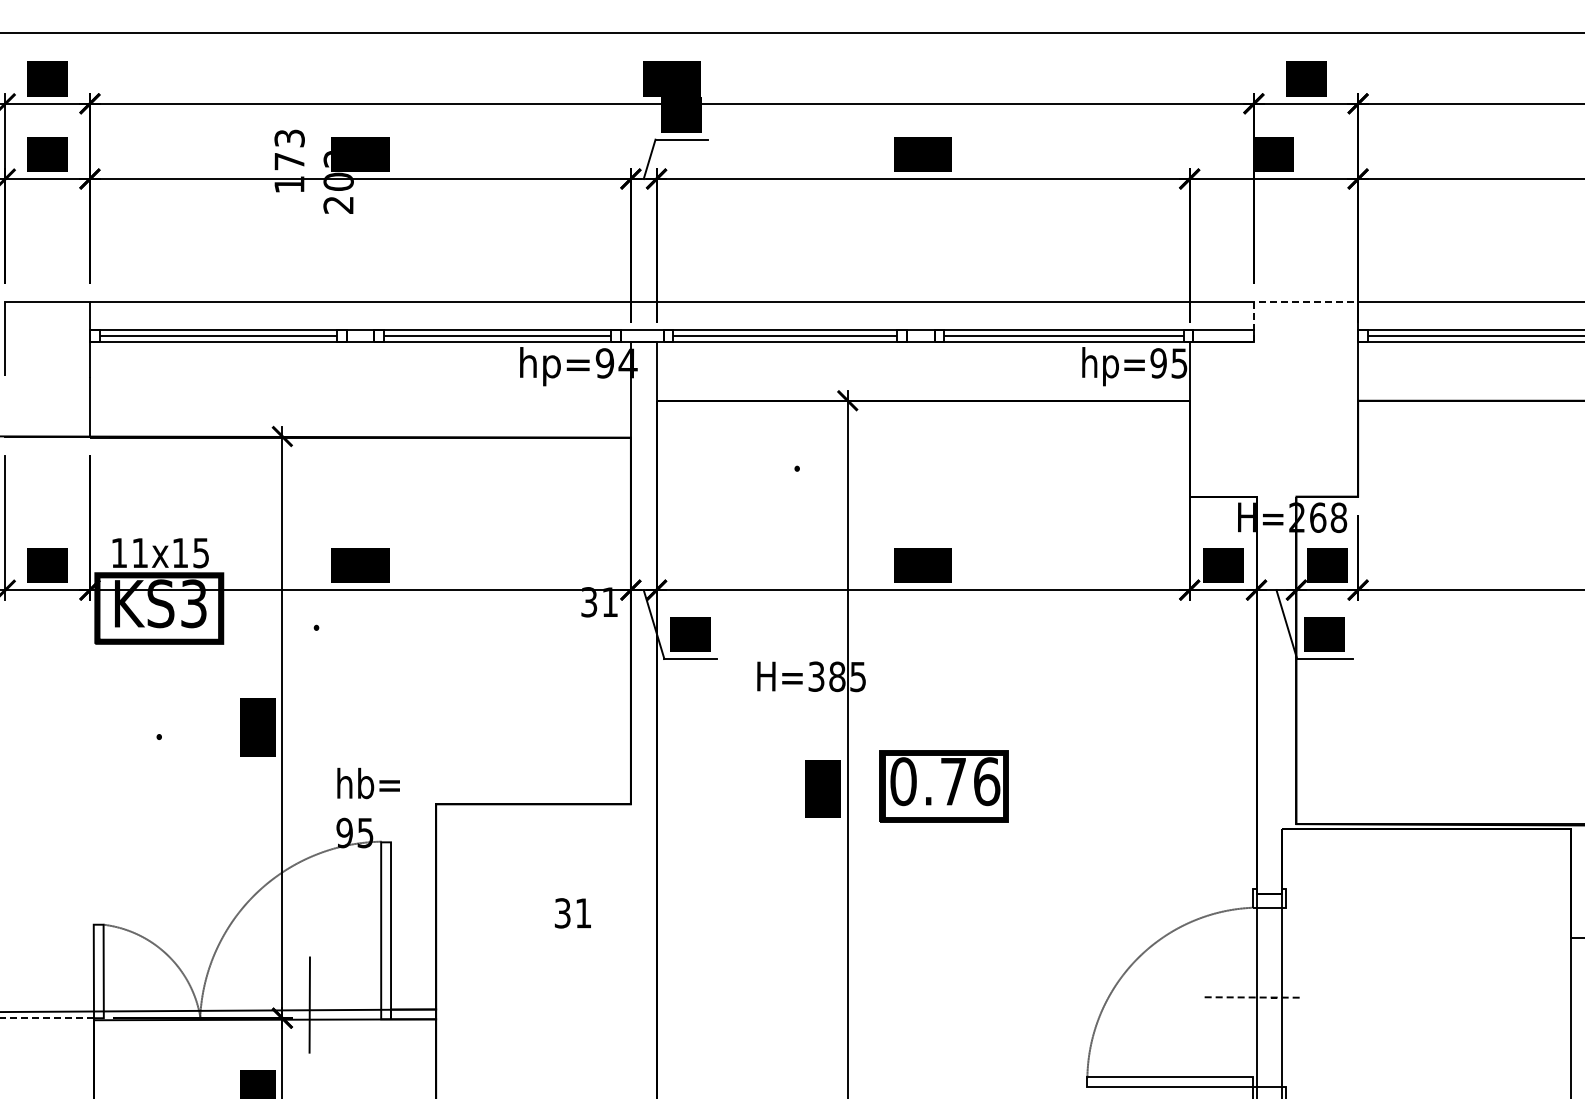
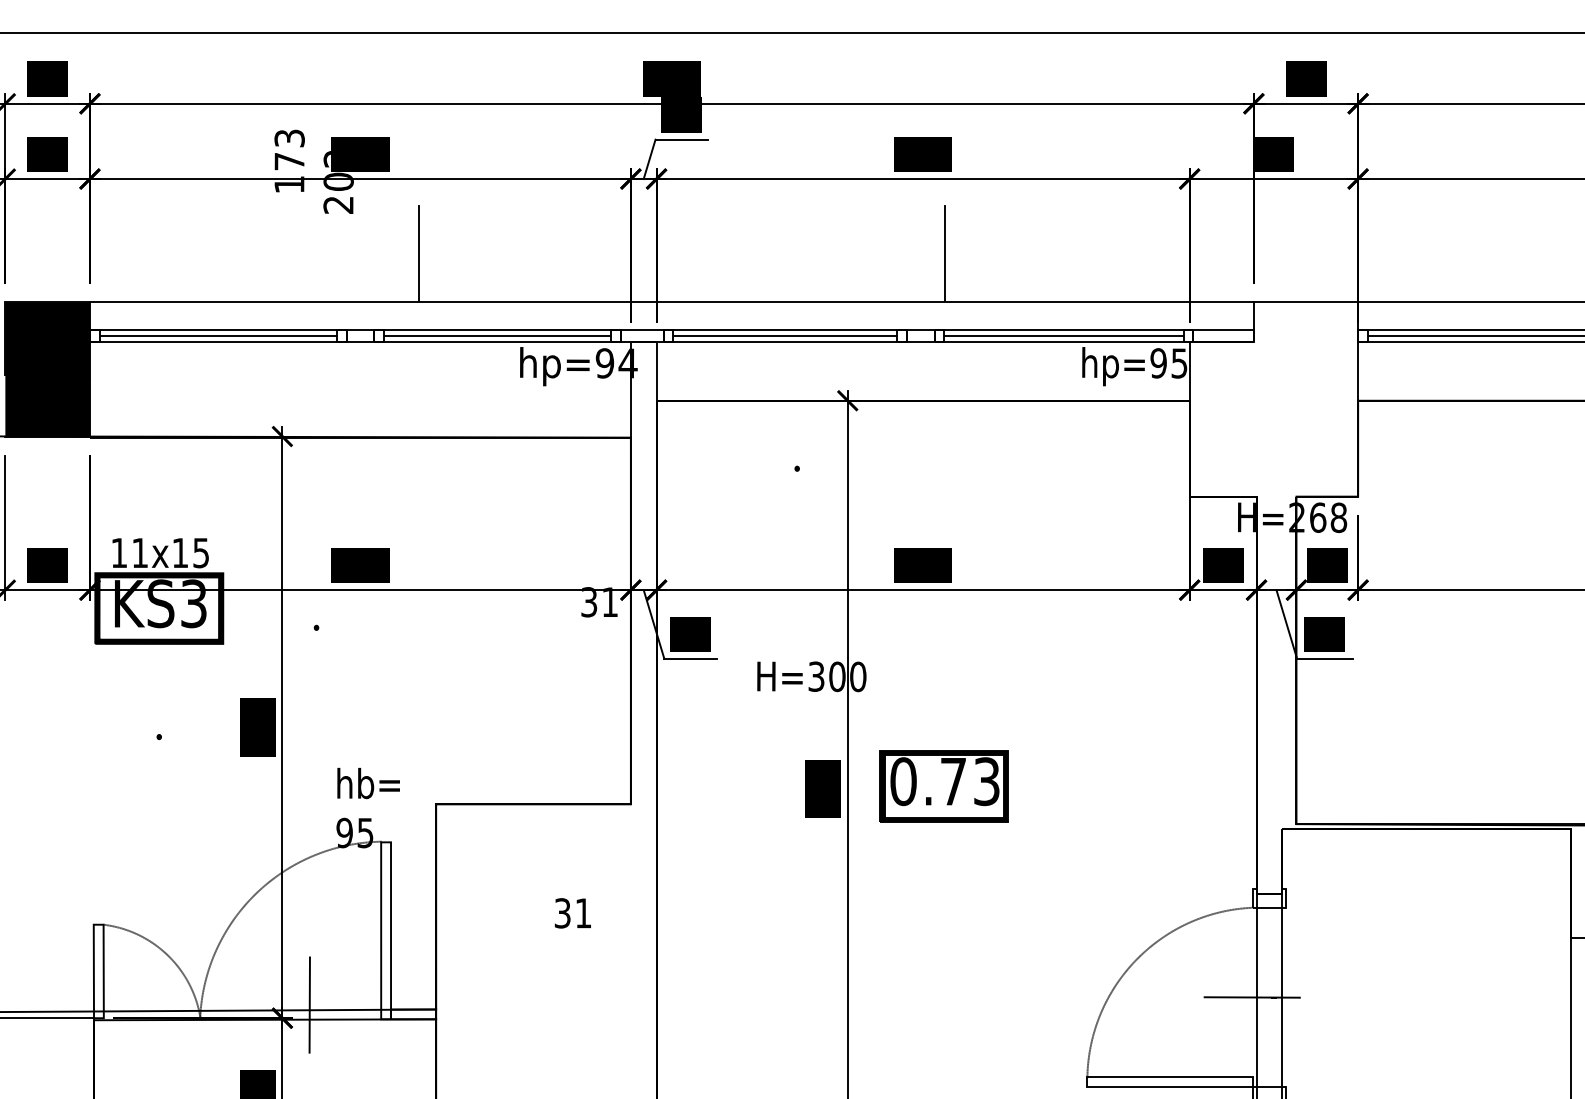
line at (419, 253): none -> present
line at (945, 253): none -> present
line at (1285, 302): dashed -> solid
fill at (47, 369): none -> present
text at (847, 676): H=385 -> H=300
text at (987, 781): 0.76 -> 0.73
line at (1252, 997): dashed -> solid
line at (47, 1018): dashed -> solid
